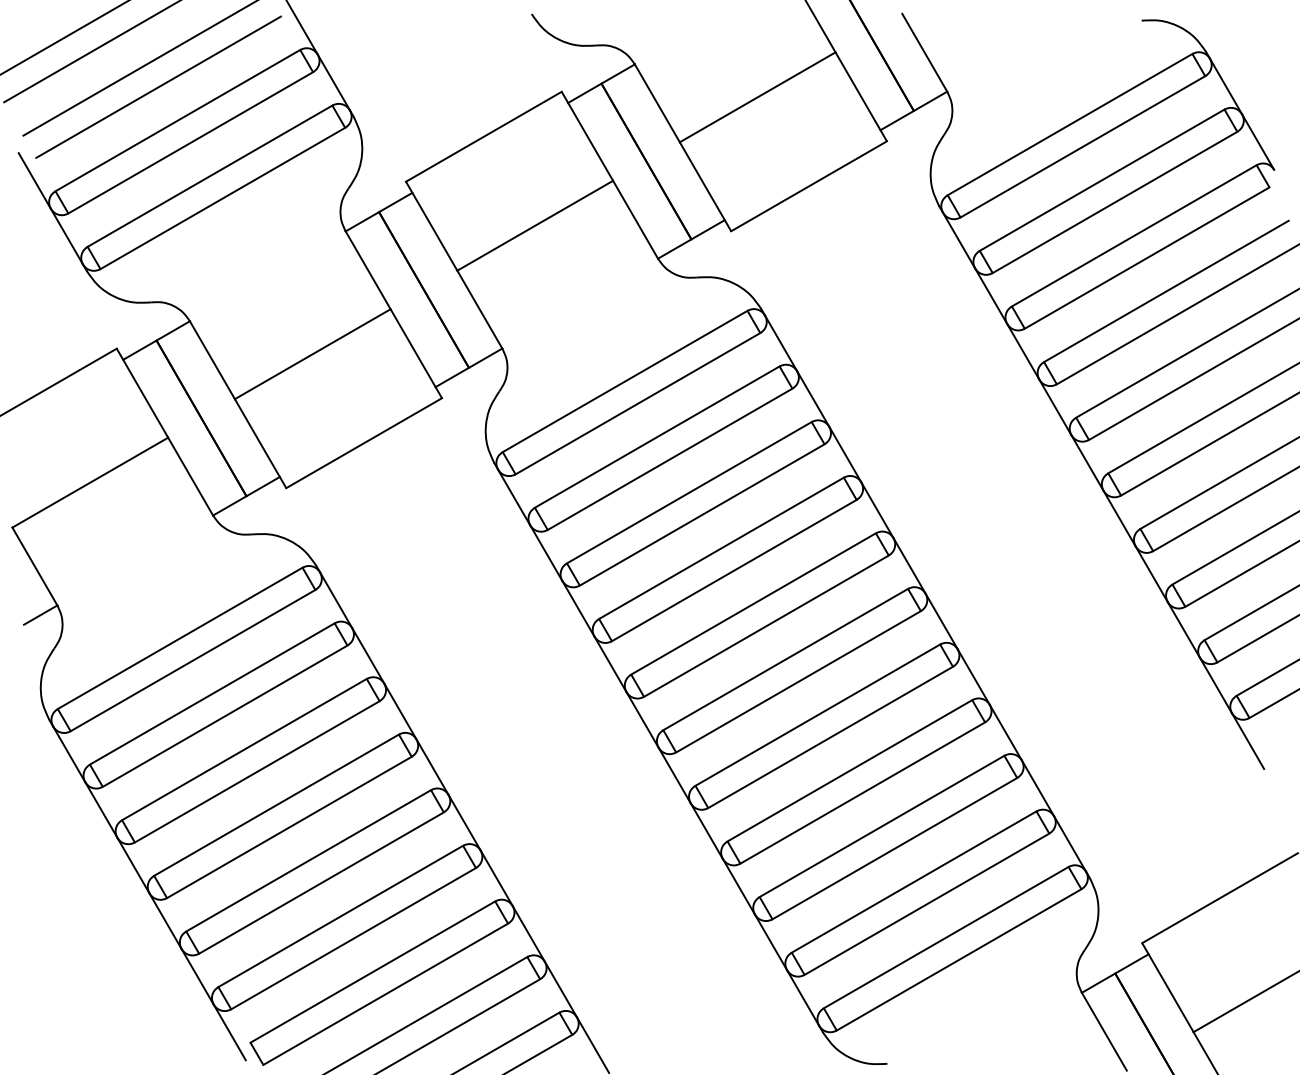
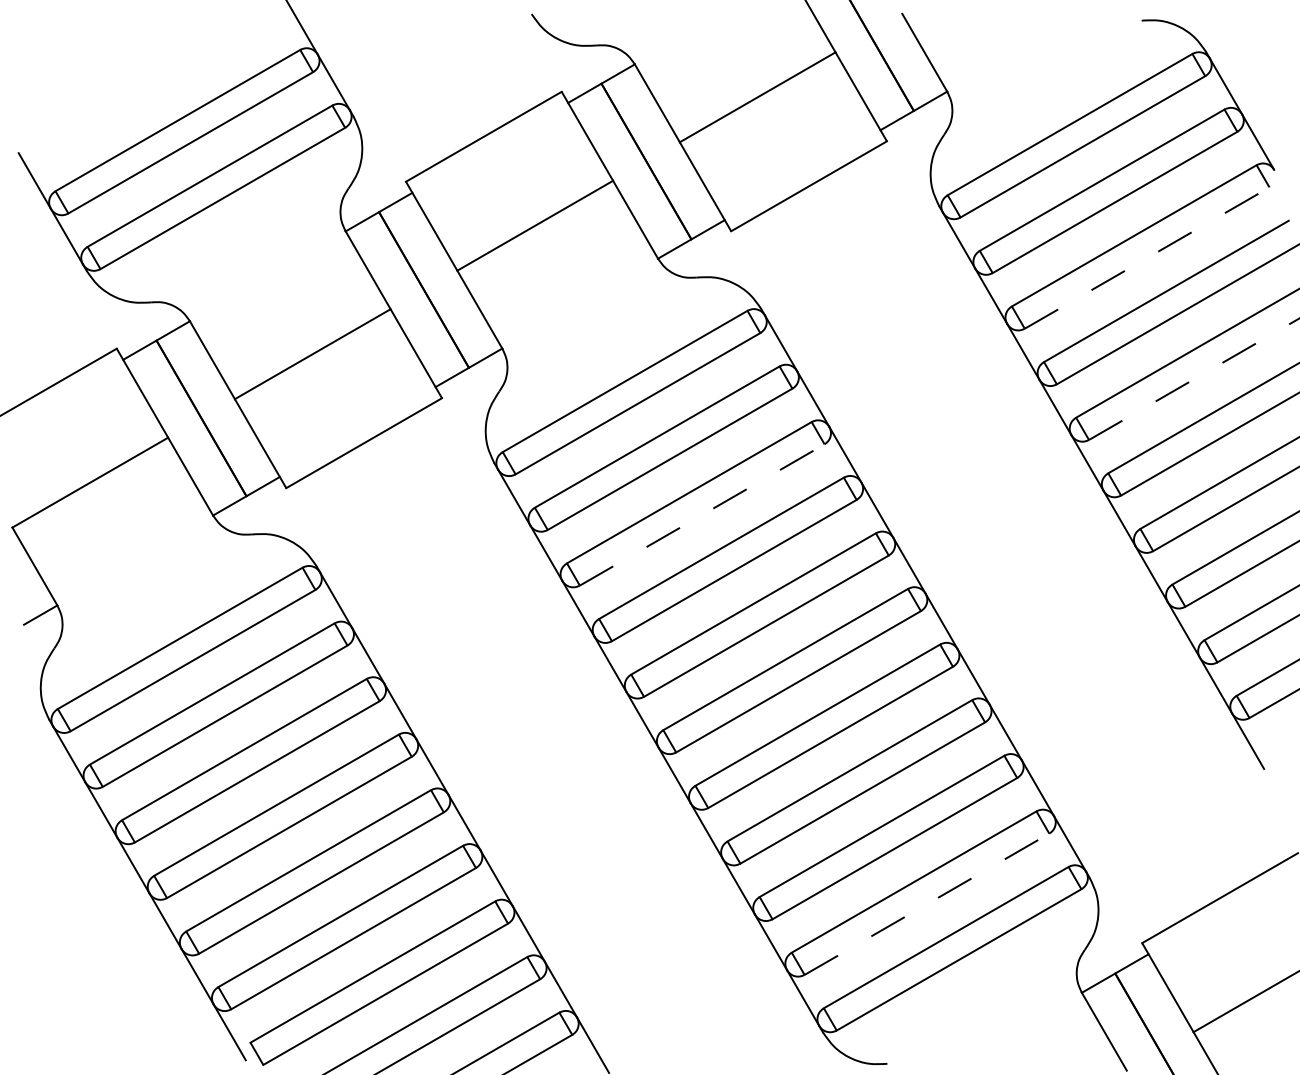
line at (63, 37): present -> none
line at (90, 52): present -> none
line at (138, 68): present -> none
line at (158, 86): present -> none
line at (1147, 257): solid -> dashed
line at (1194, 379): solid -> dashed
line at (702, 514): solid -> dashed
line at (927, 904): solid -> dashed
